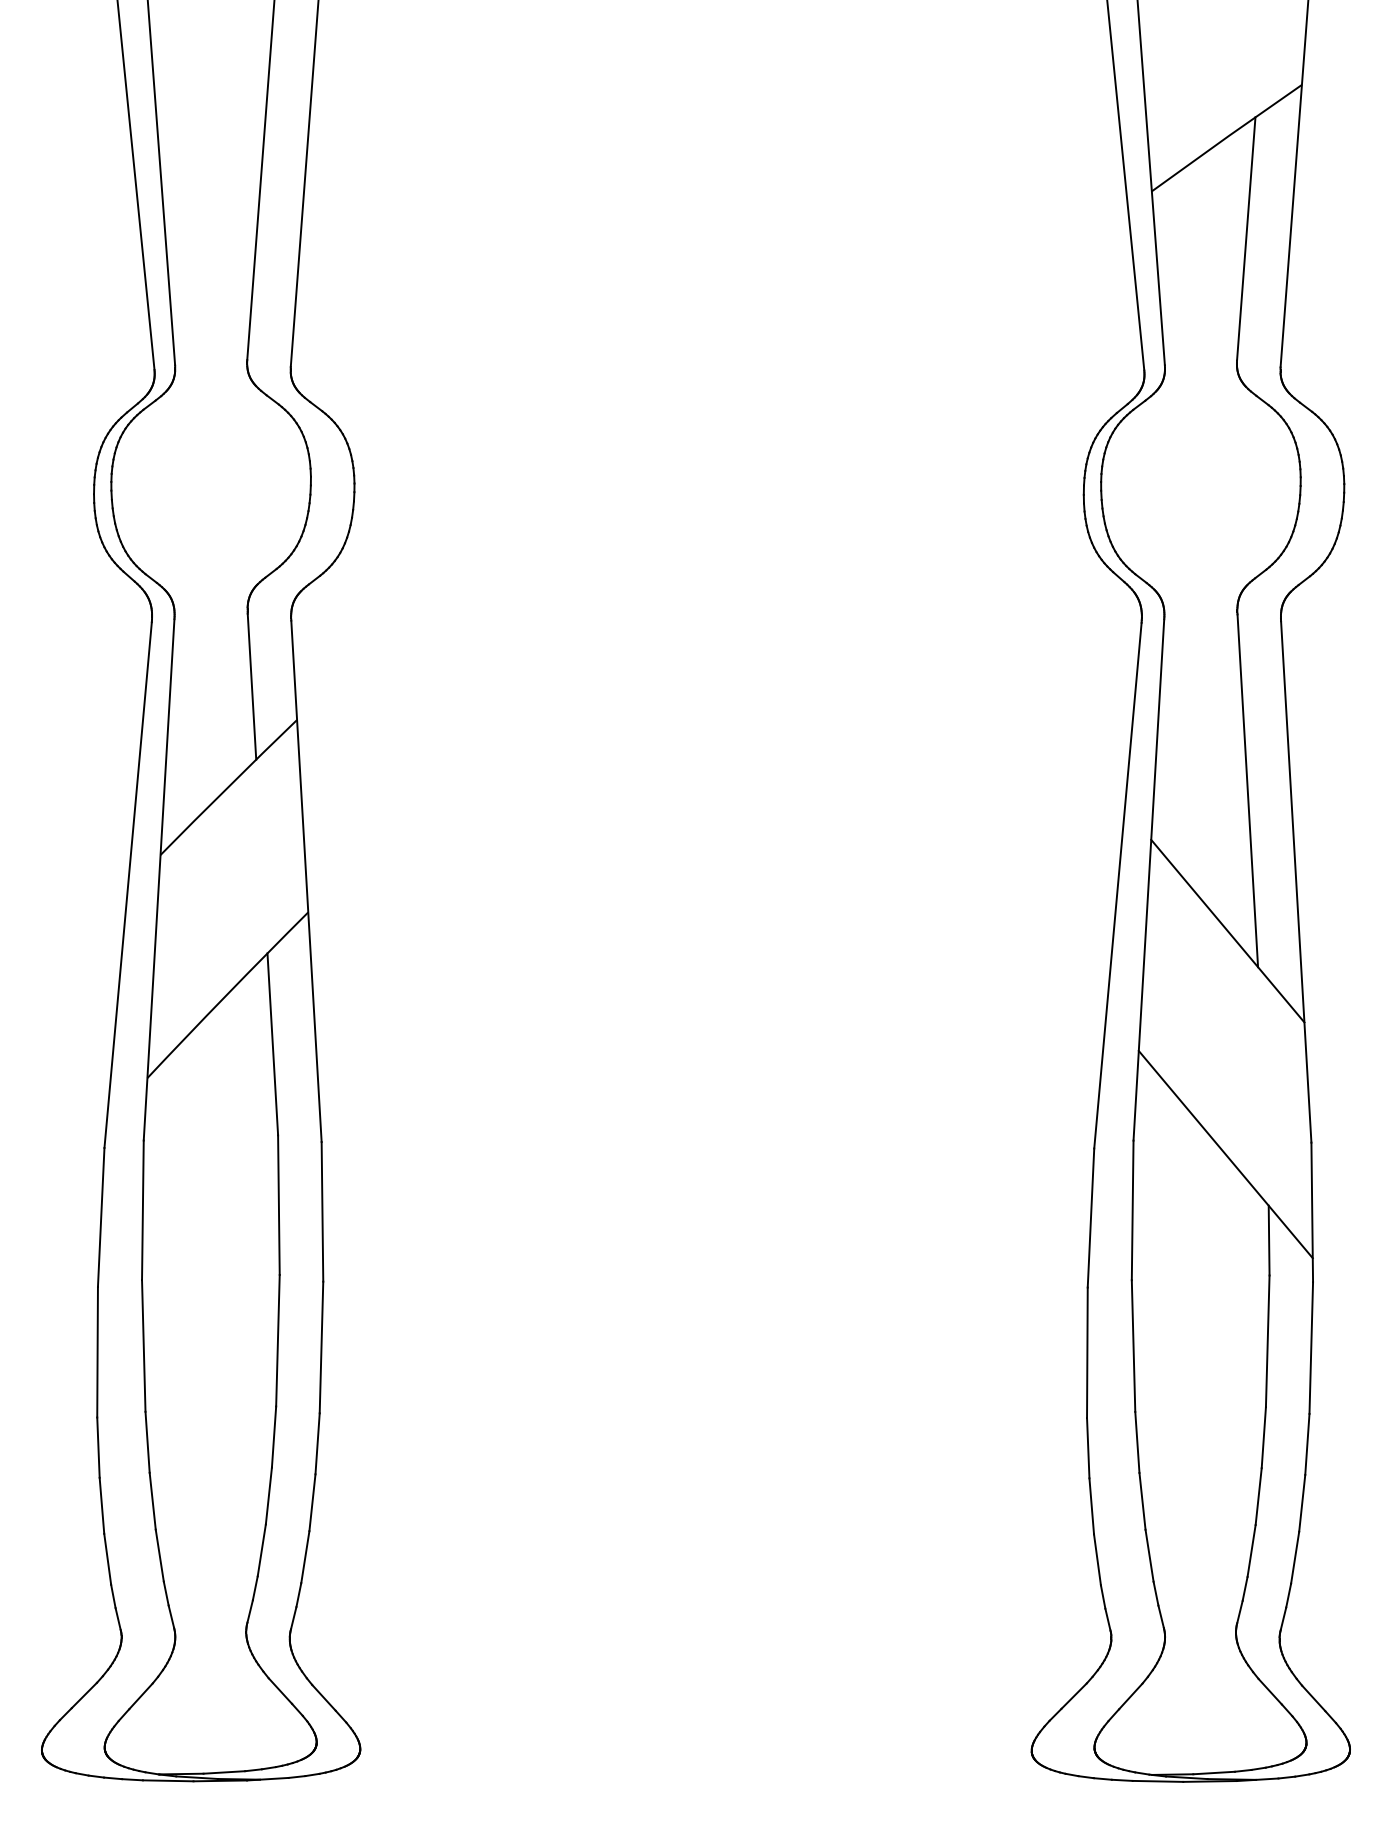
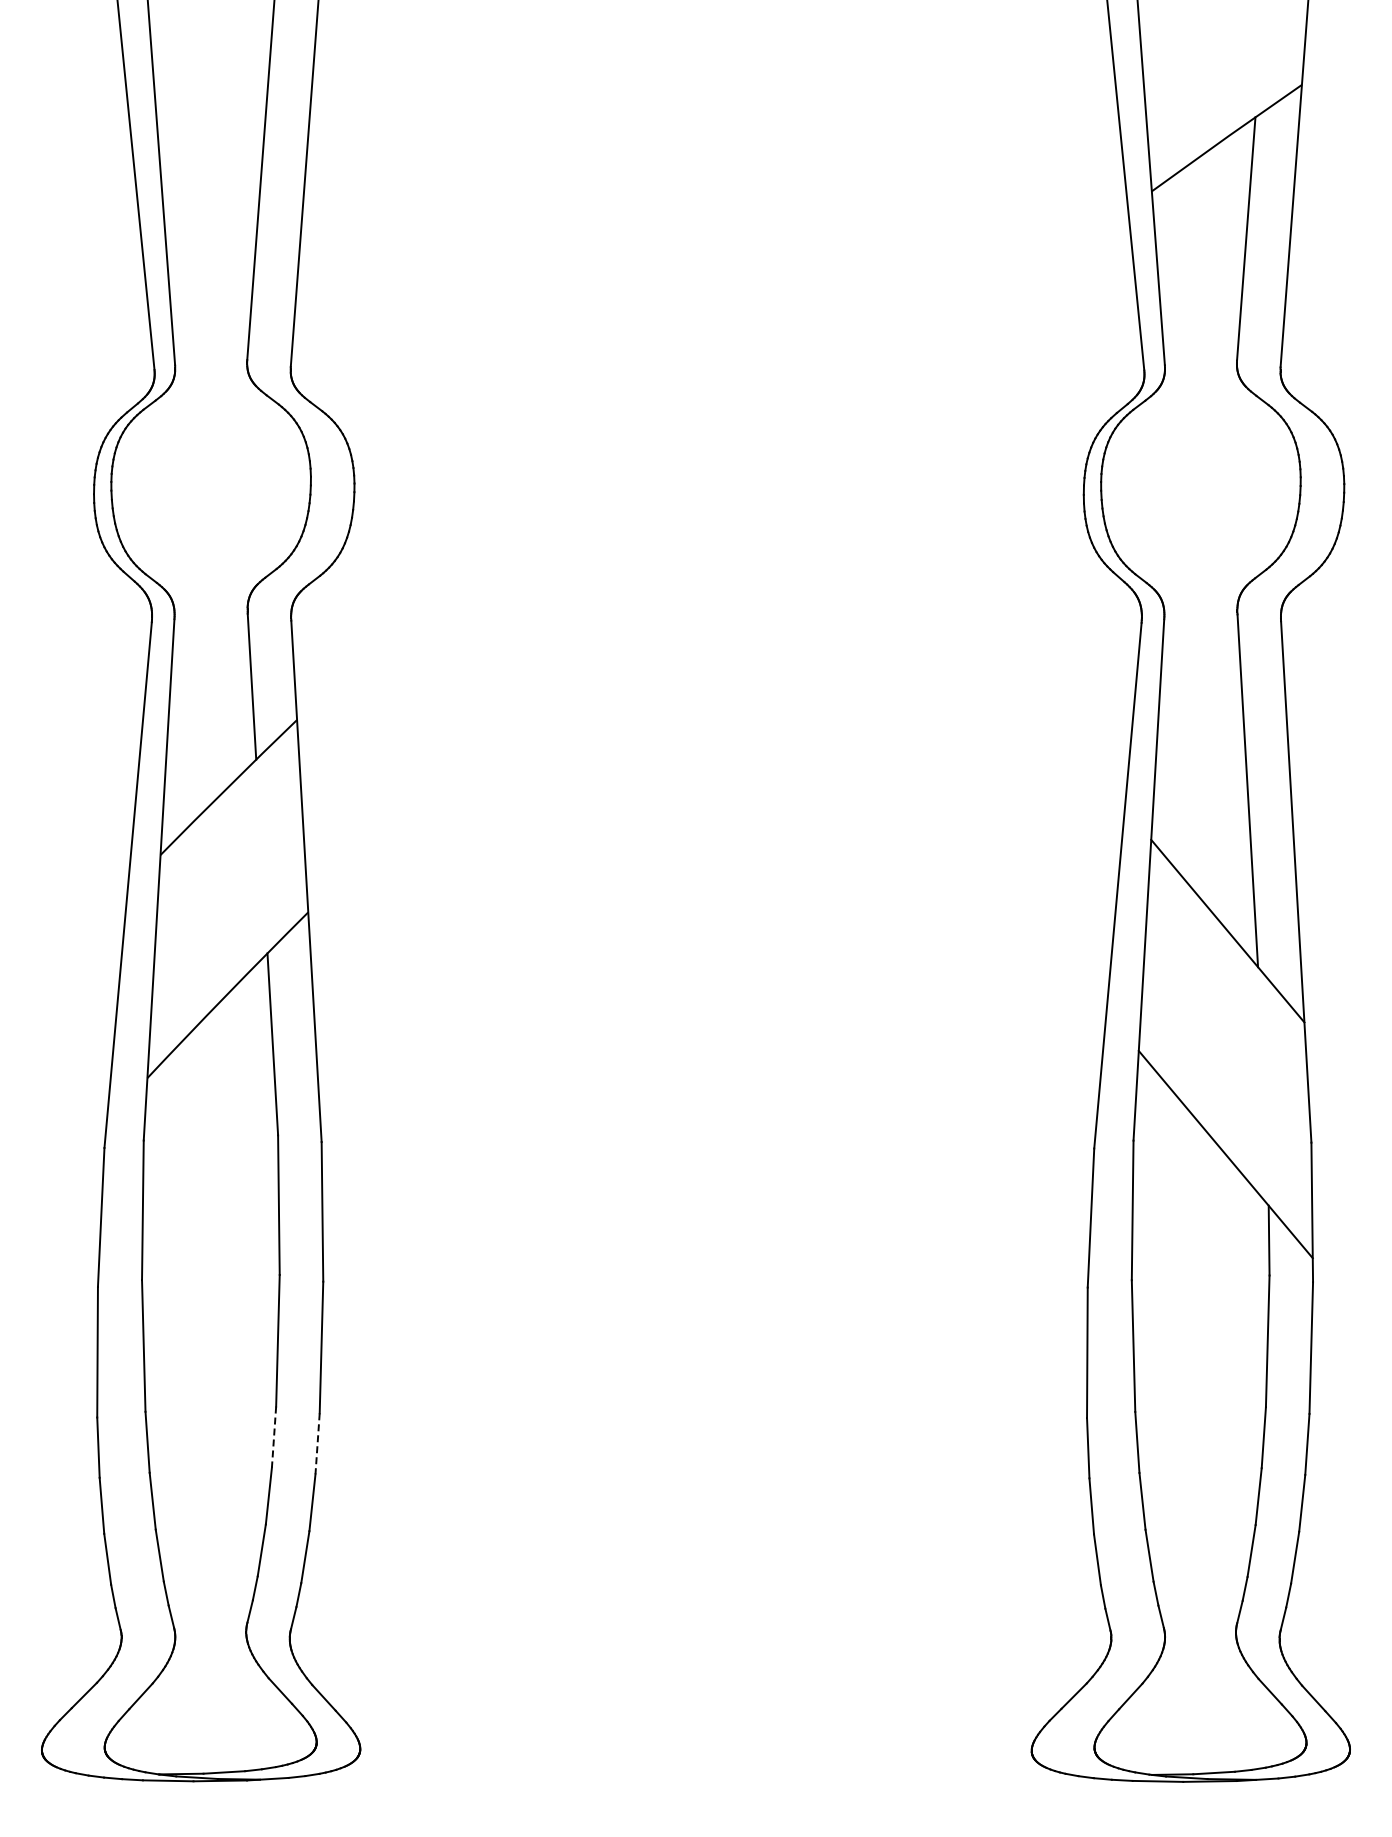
line at (274, 1437): solid -> dashed
line at (317, 1443): solid -> dashed
